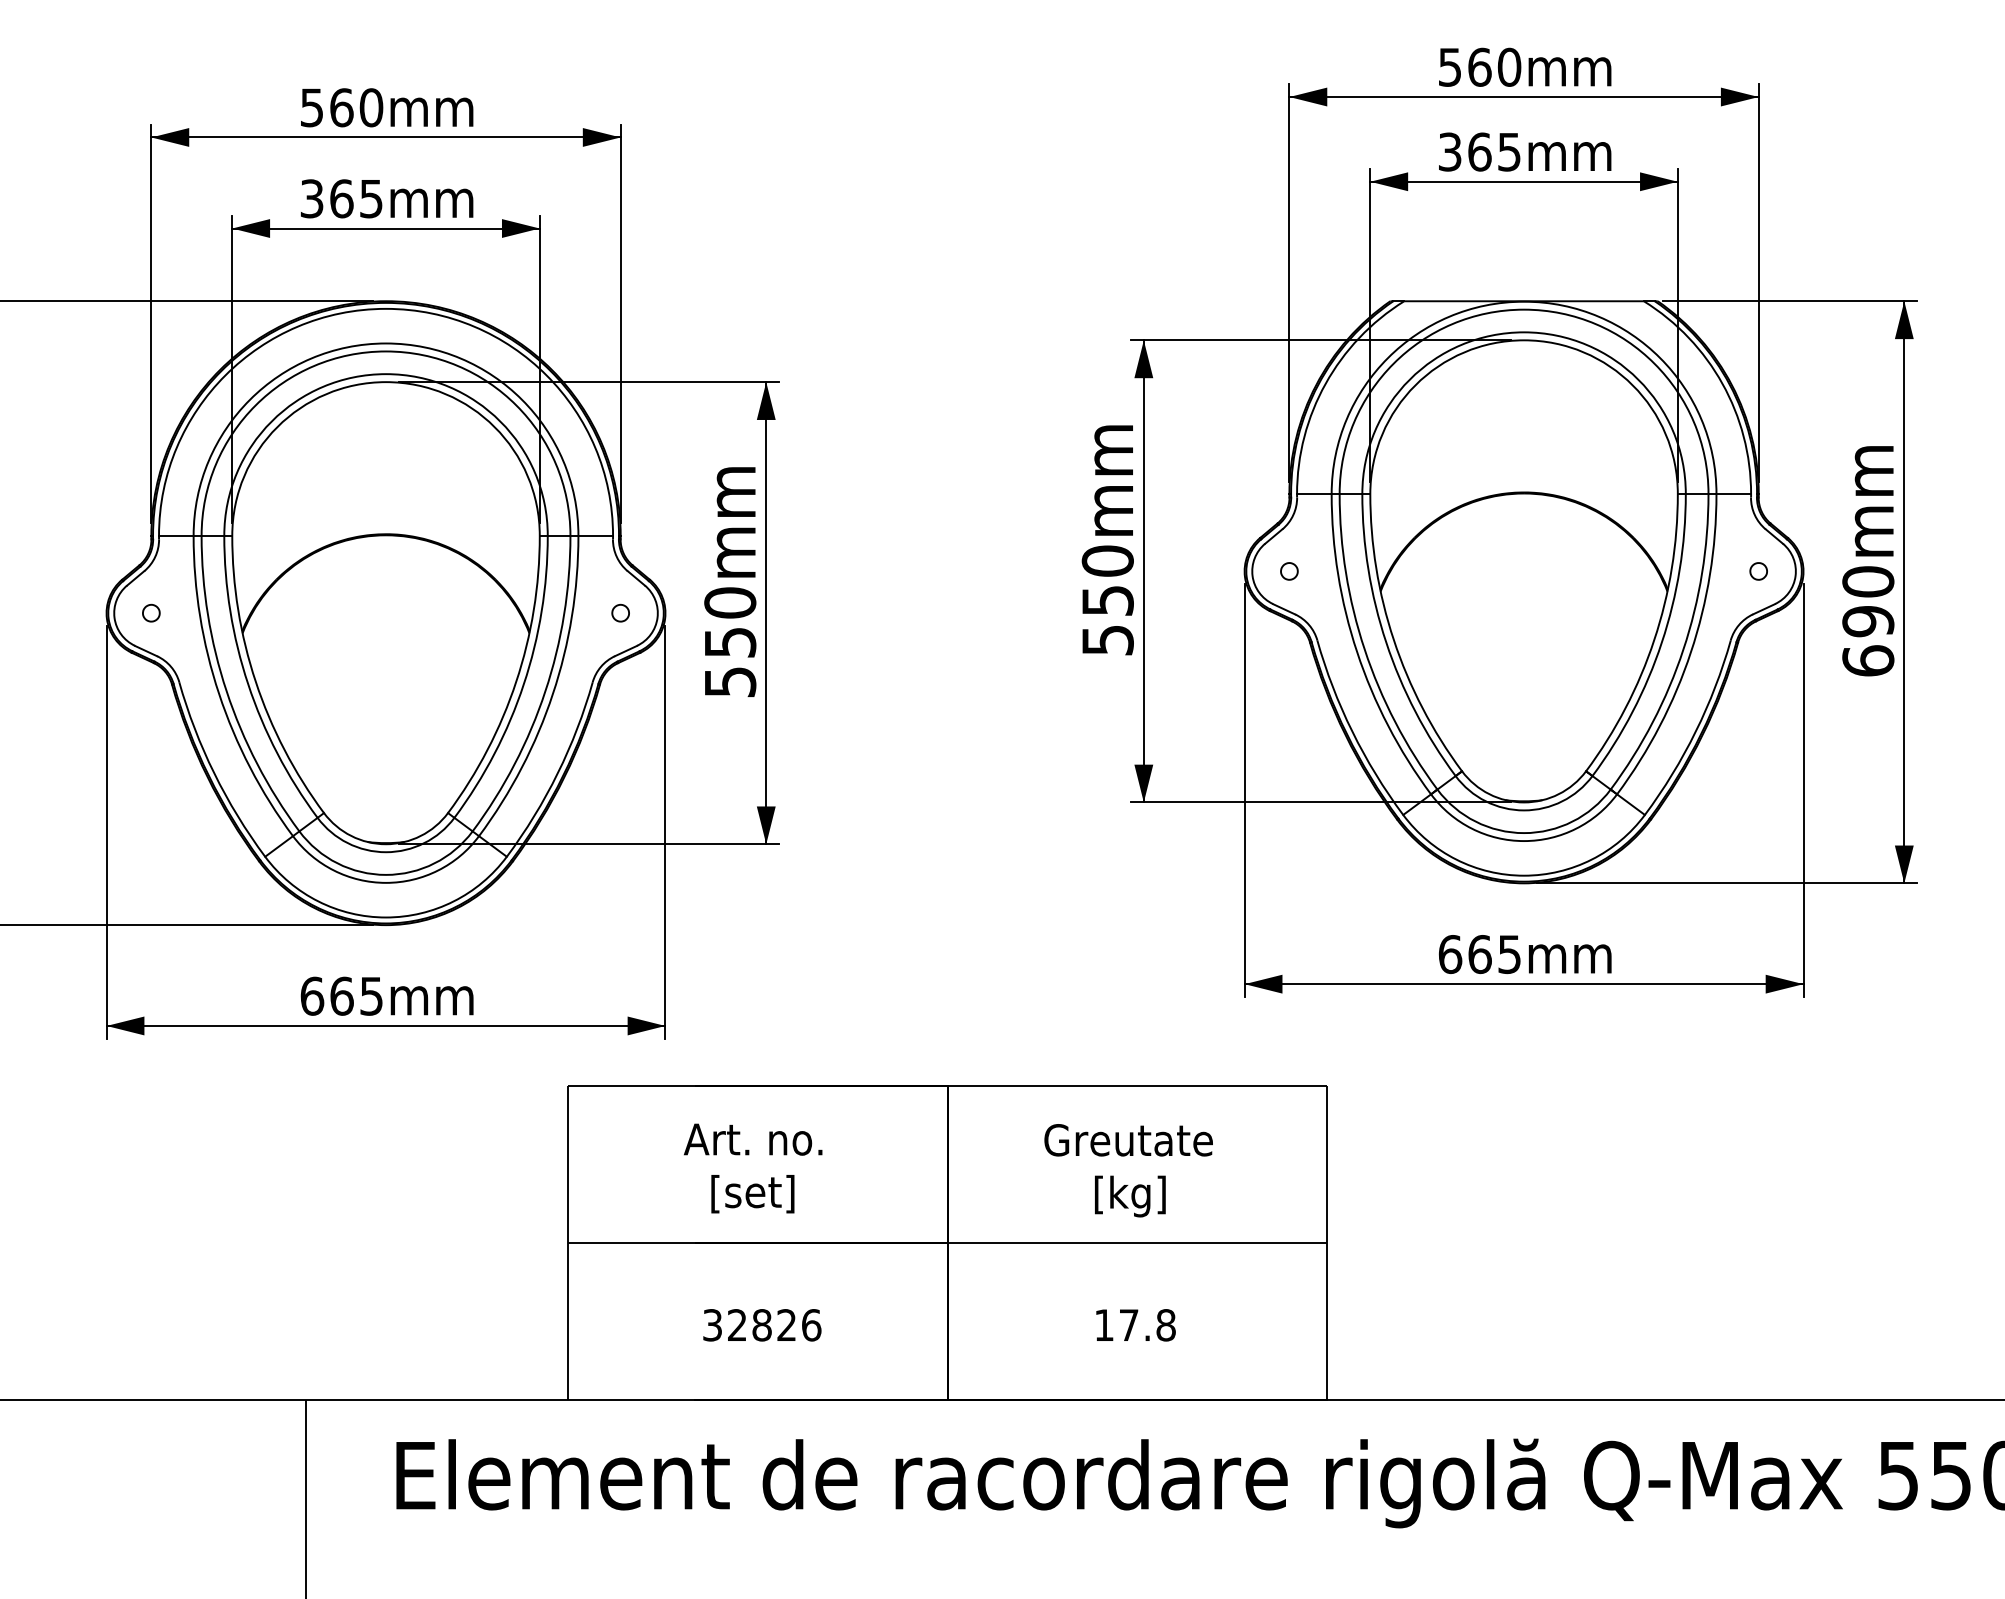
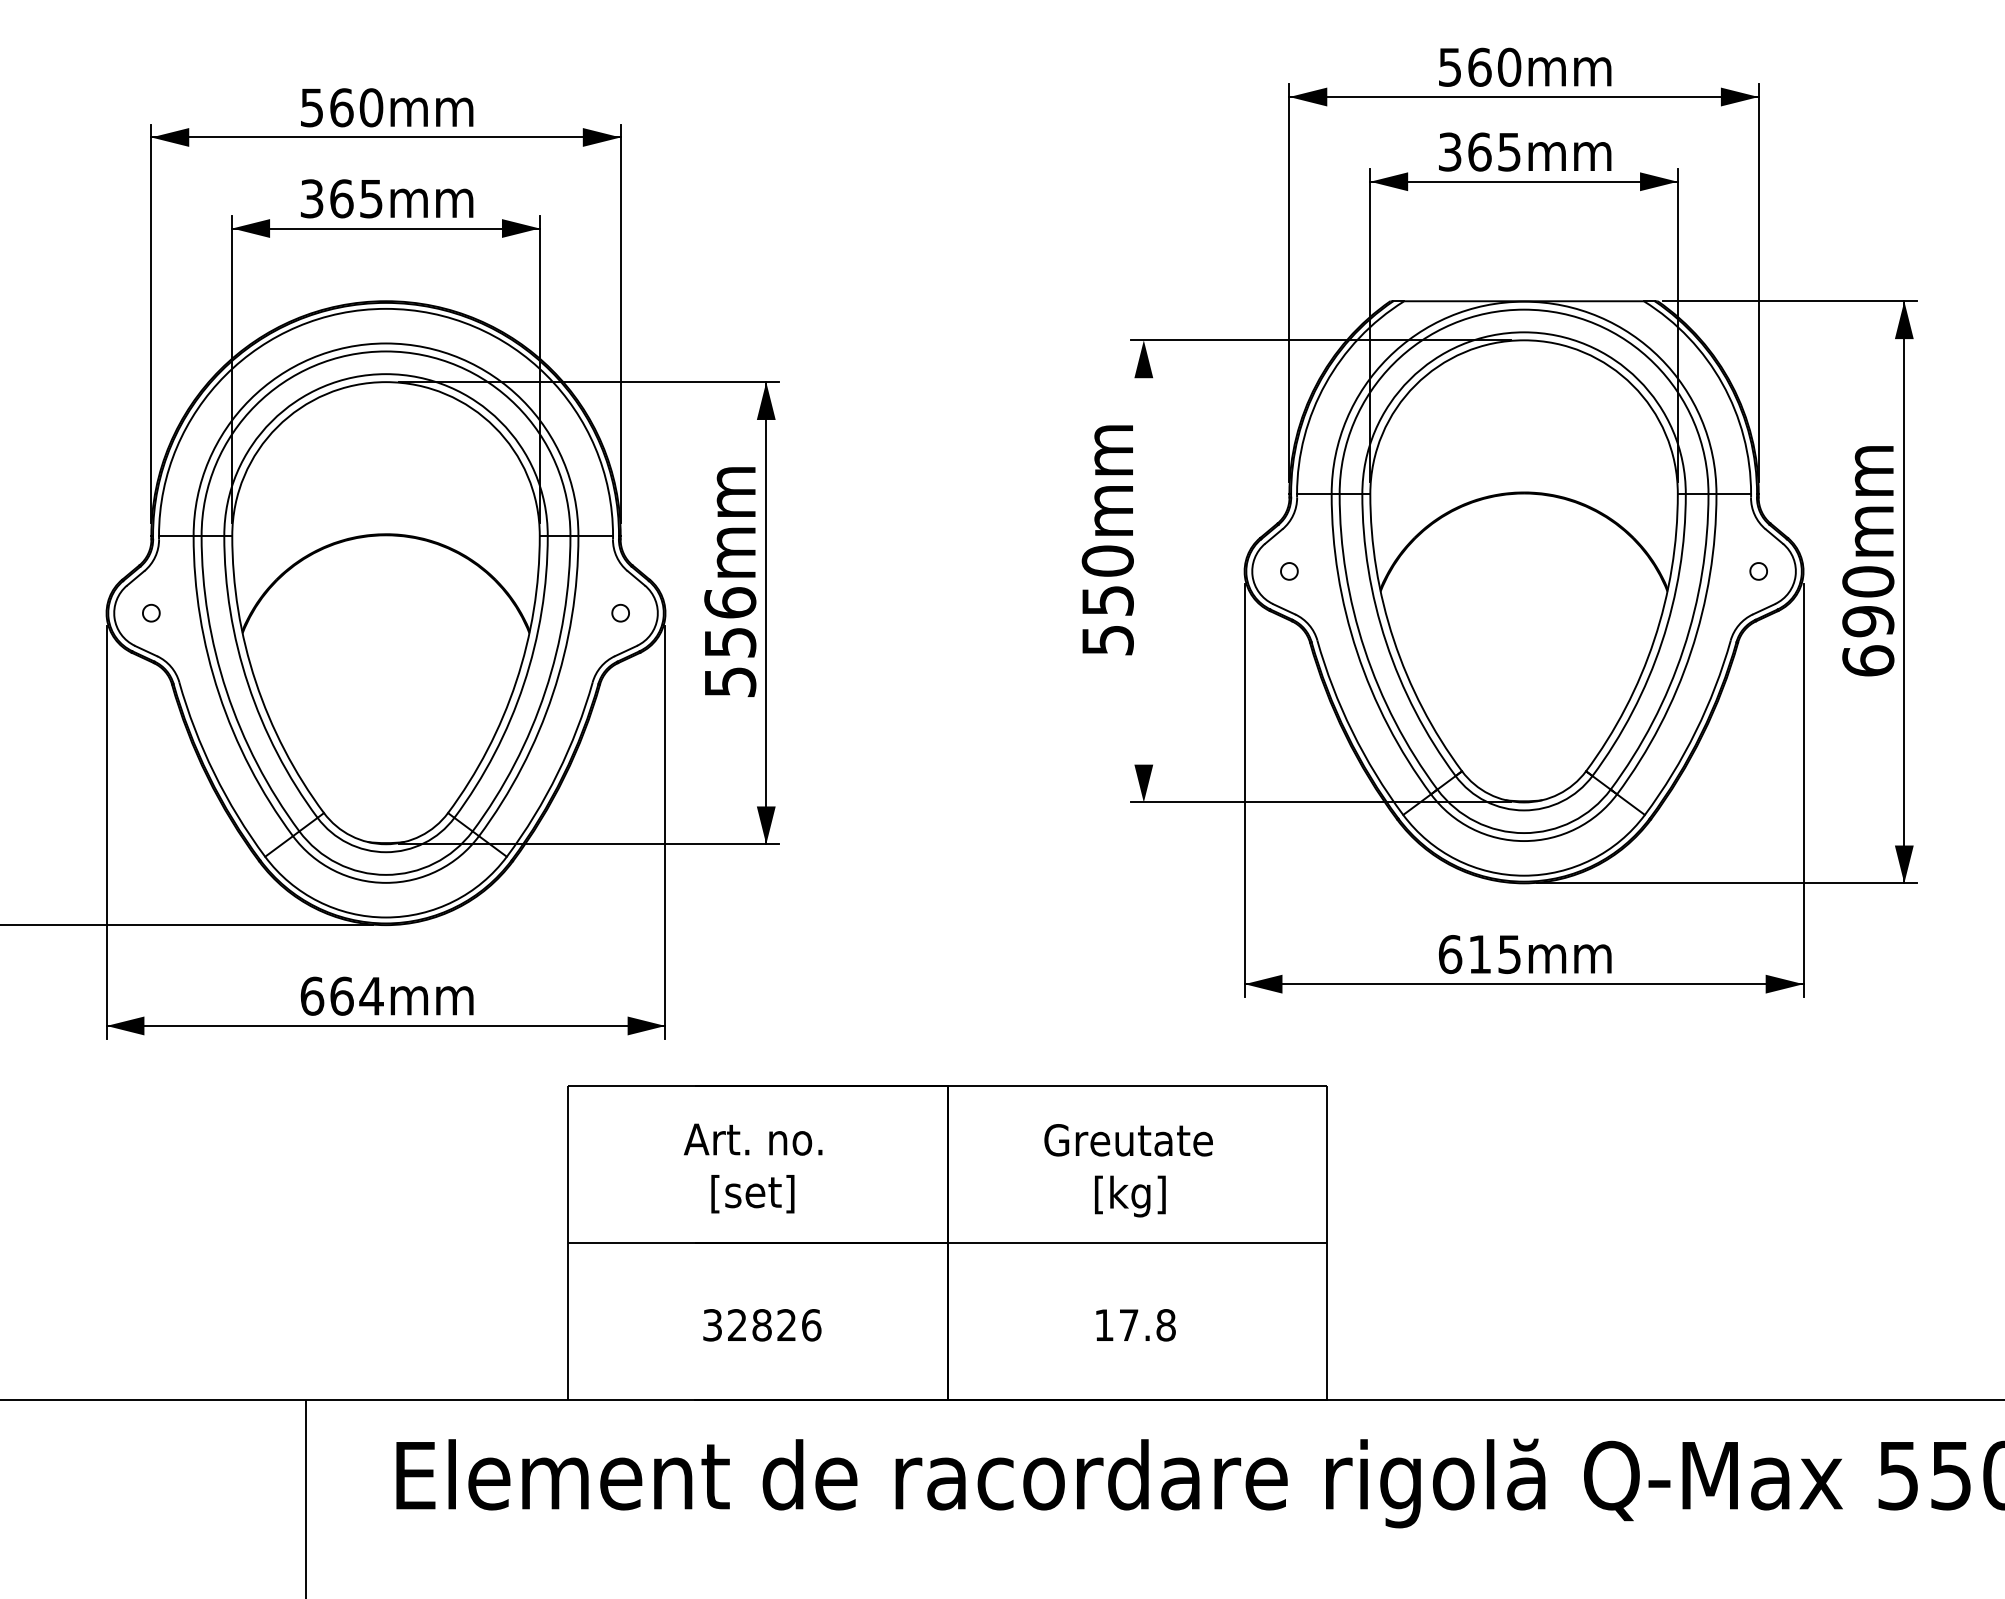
line at (187, 301): present -> none
line at (1143, 571): present -> none
text at (730, 602): 550mm -> 556mm
text at (1479, 954): 665mm -> 615mm
text at (371, 996): 665mm -> 664mm
